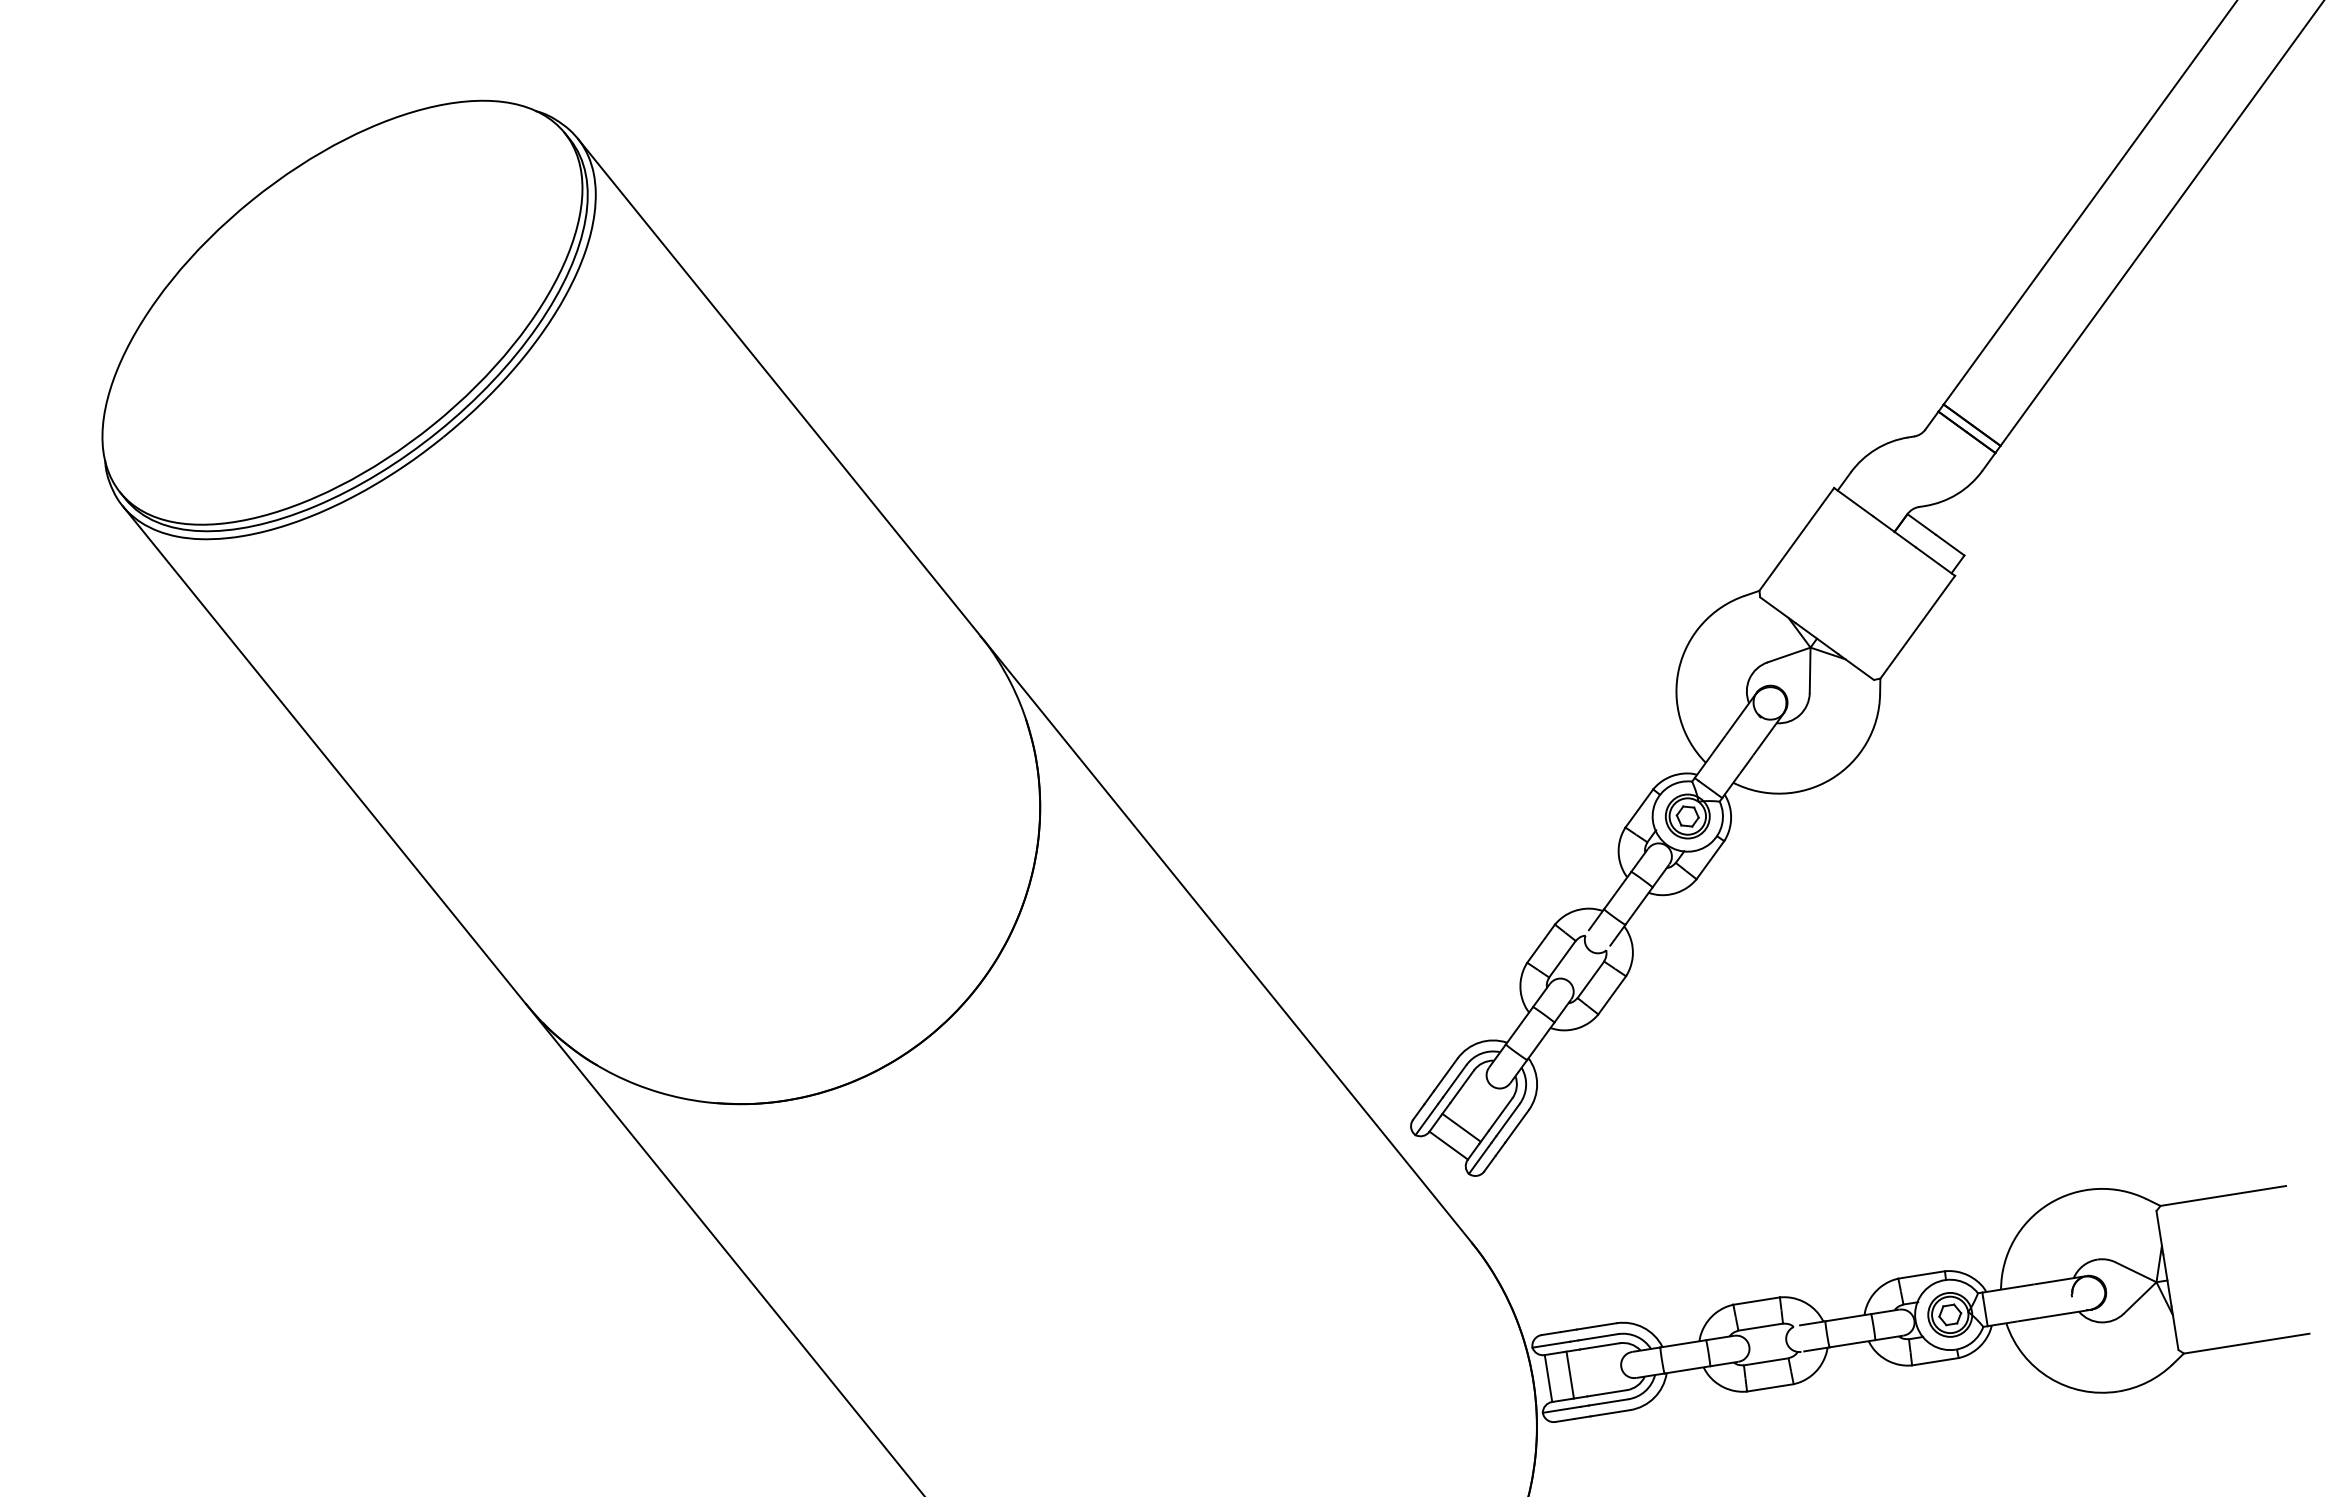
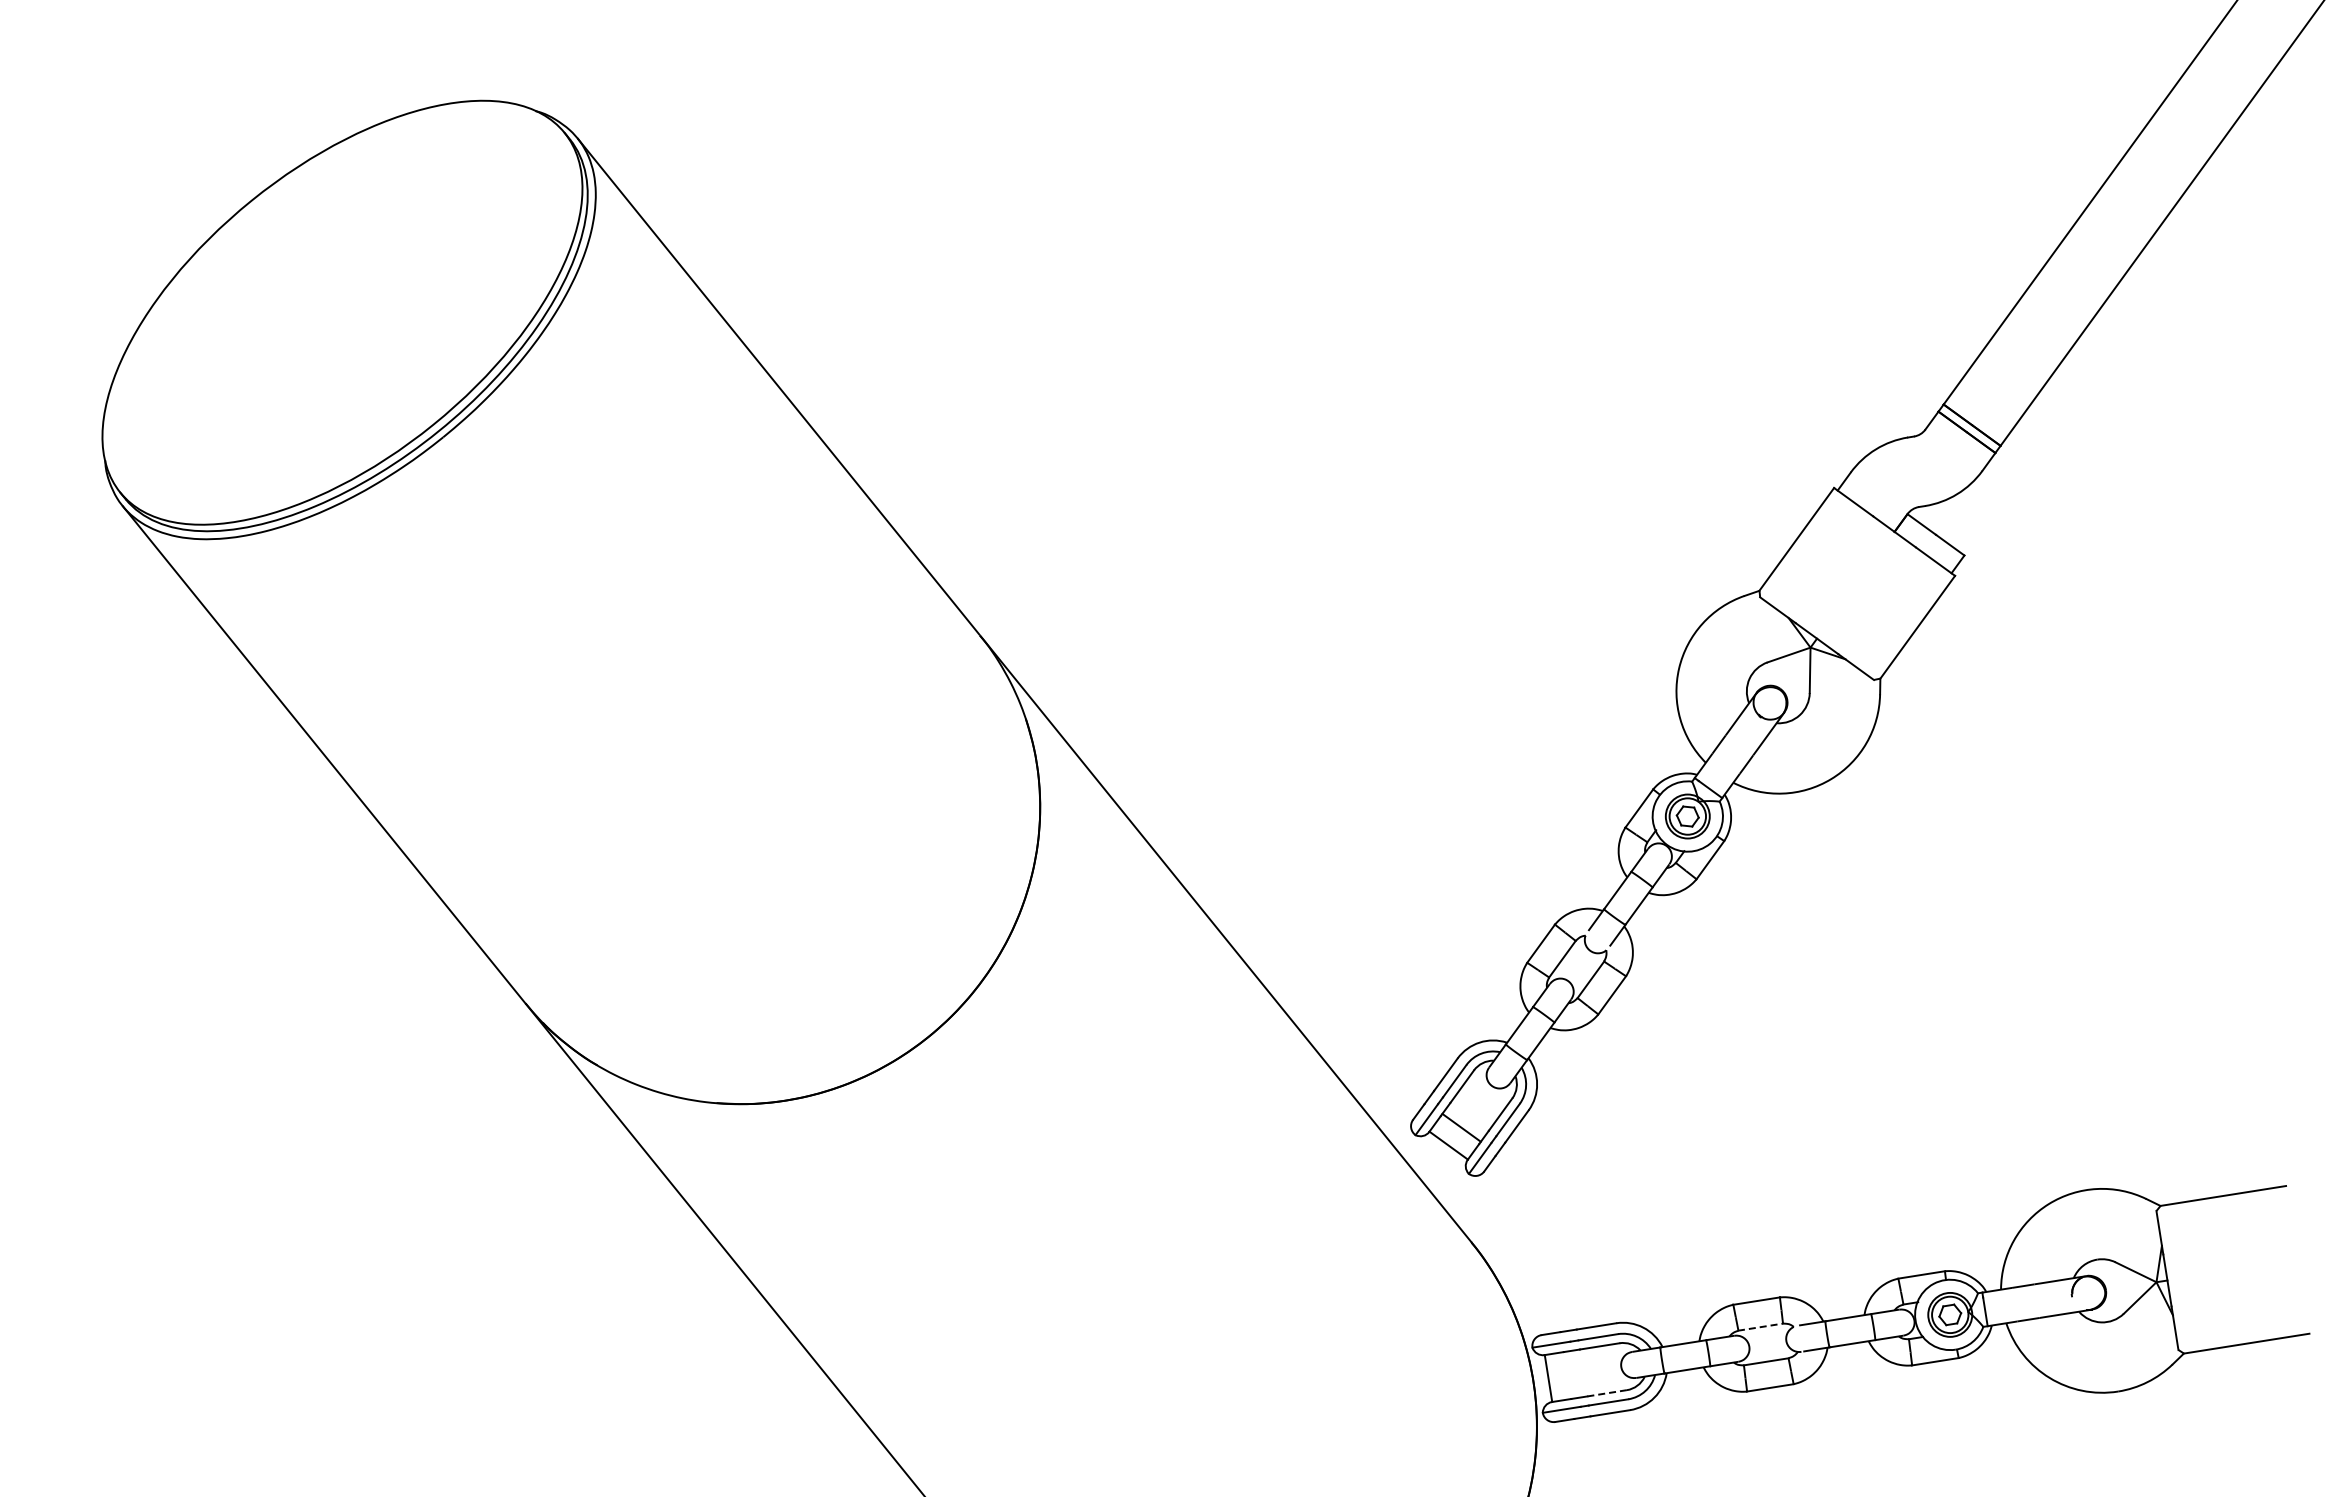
line at (1760, 1327): solid -> dashed
line at (1569, 1374): present -> none
line at (1607, 1393): solid -> dashed
